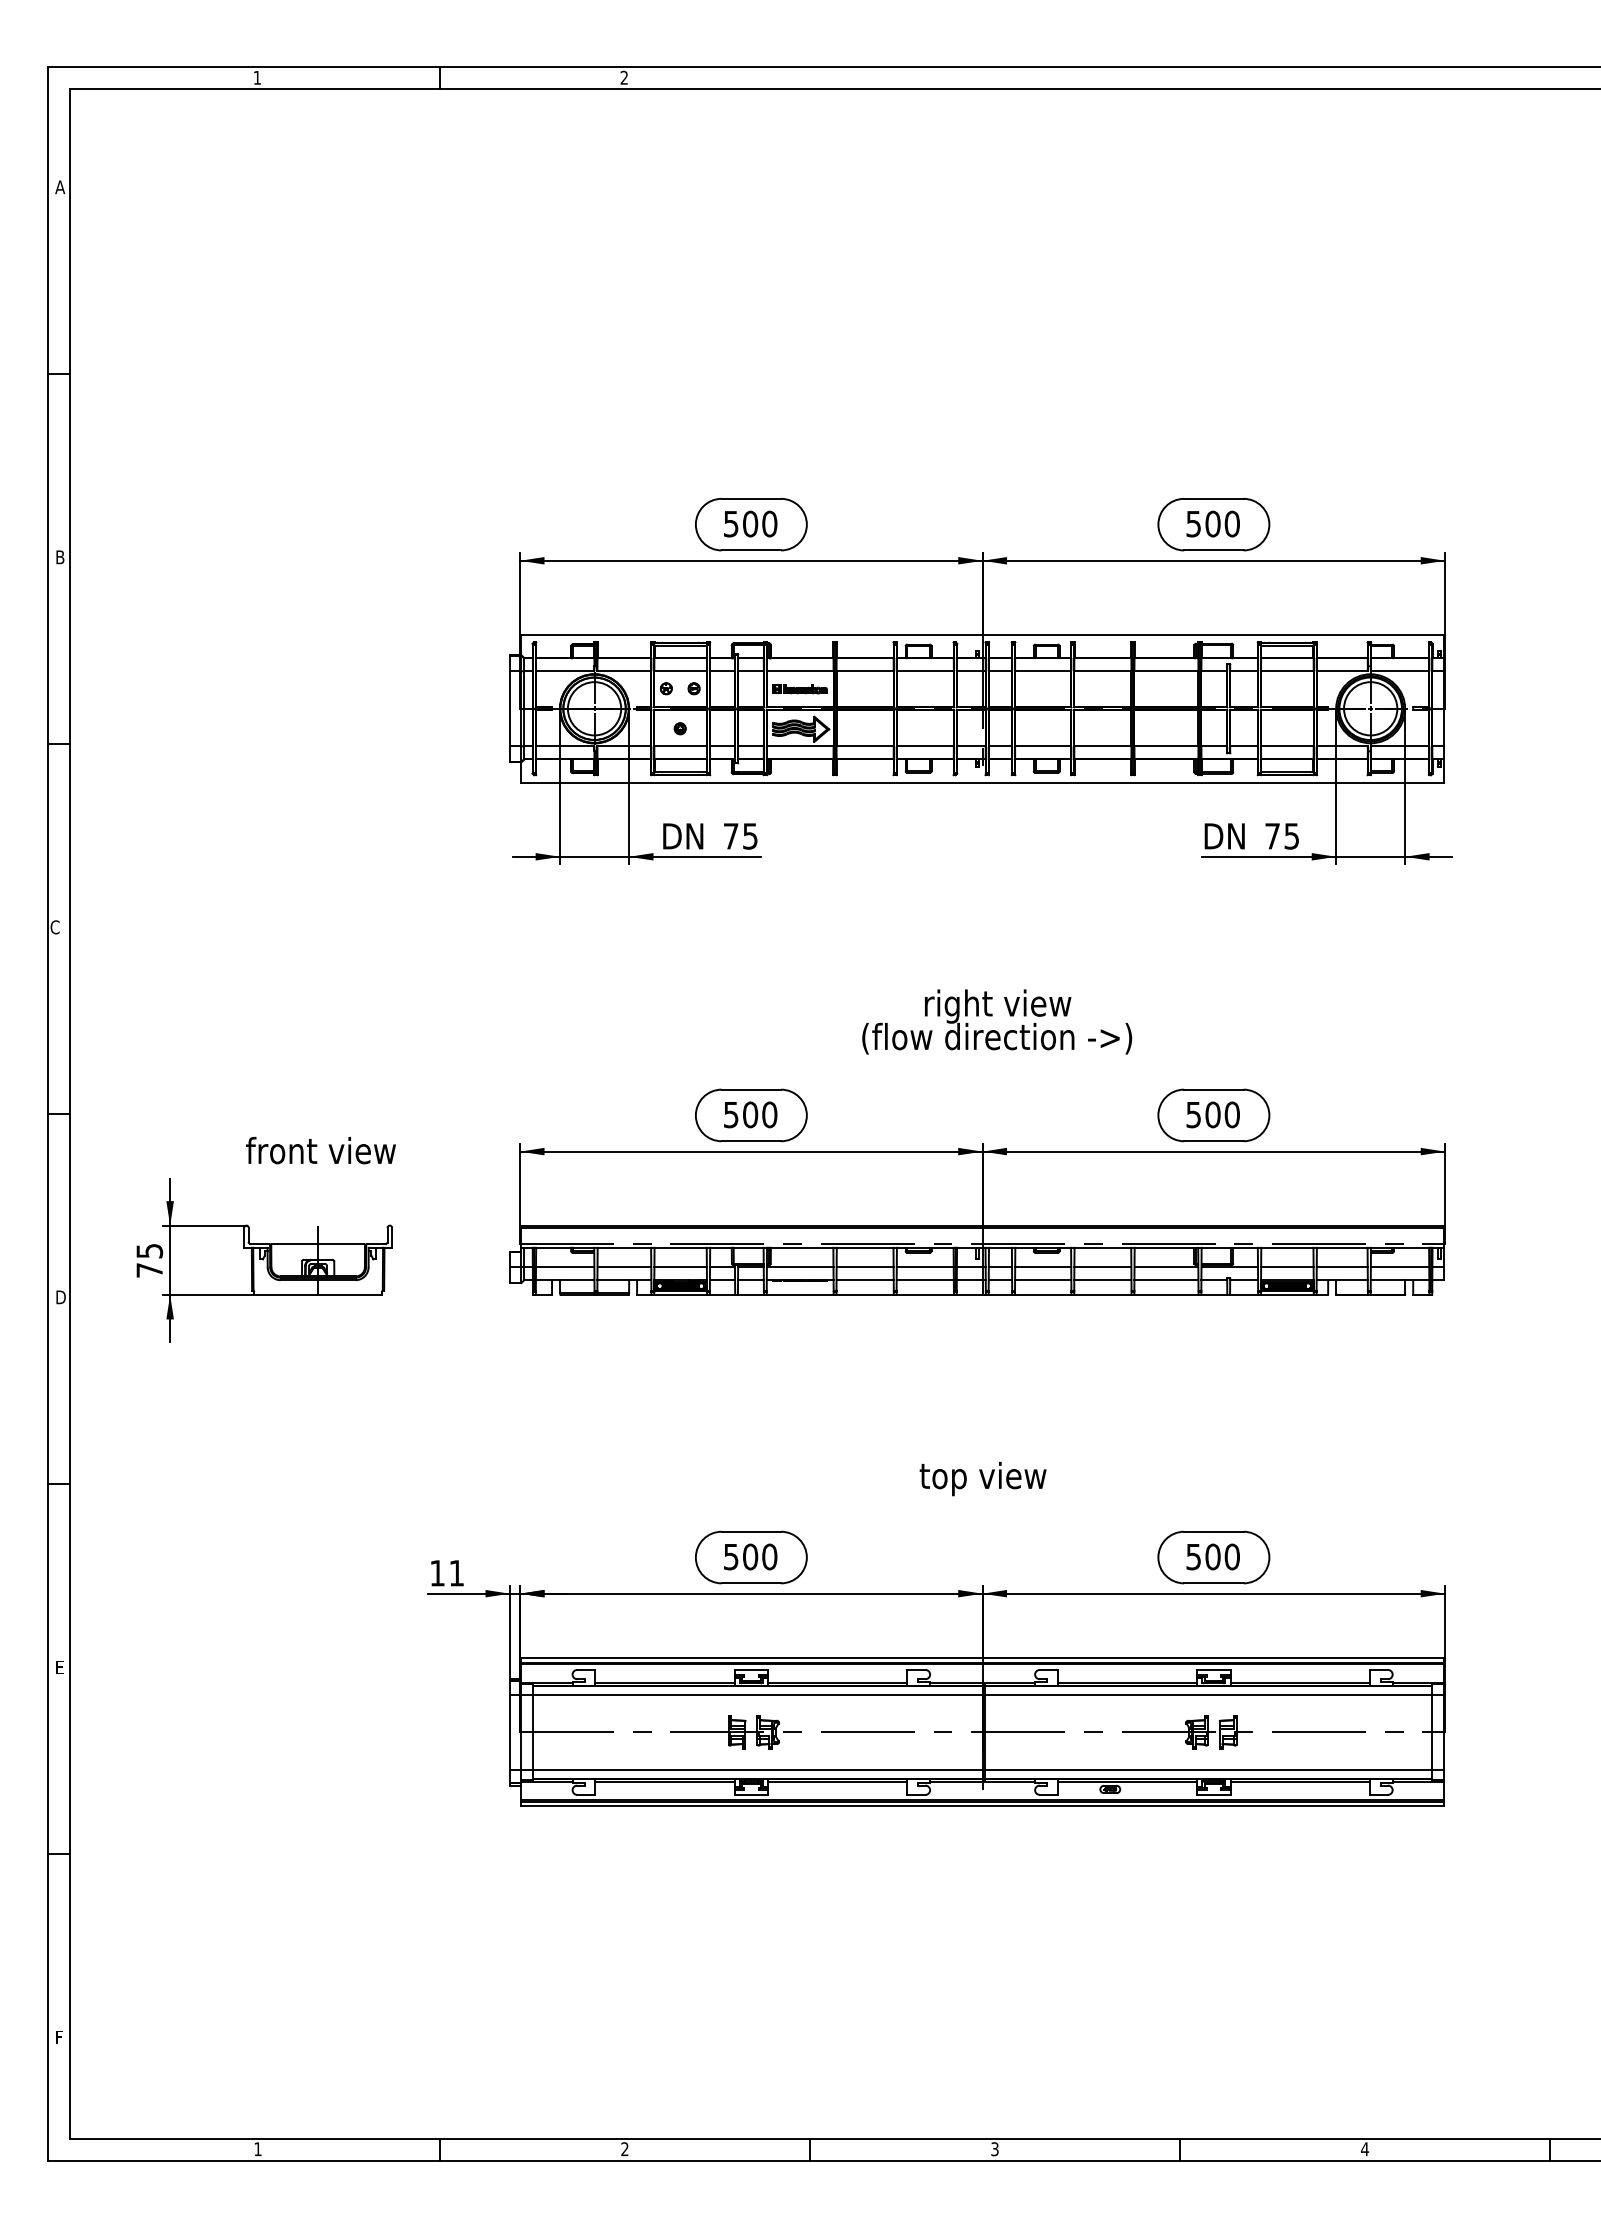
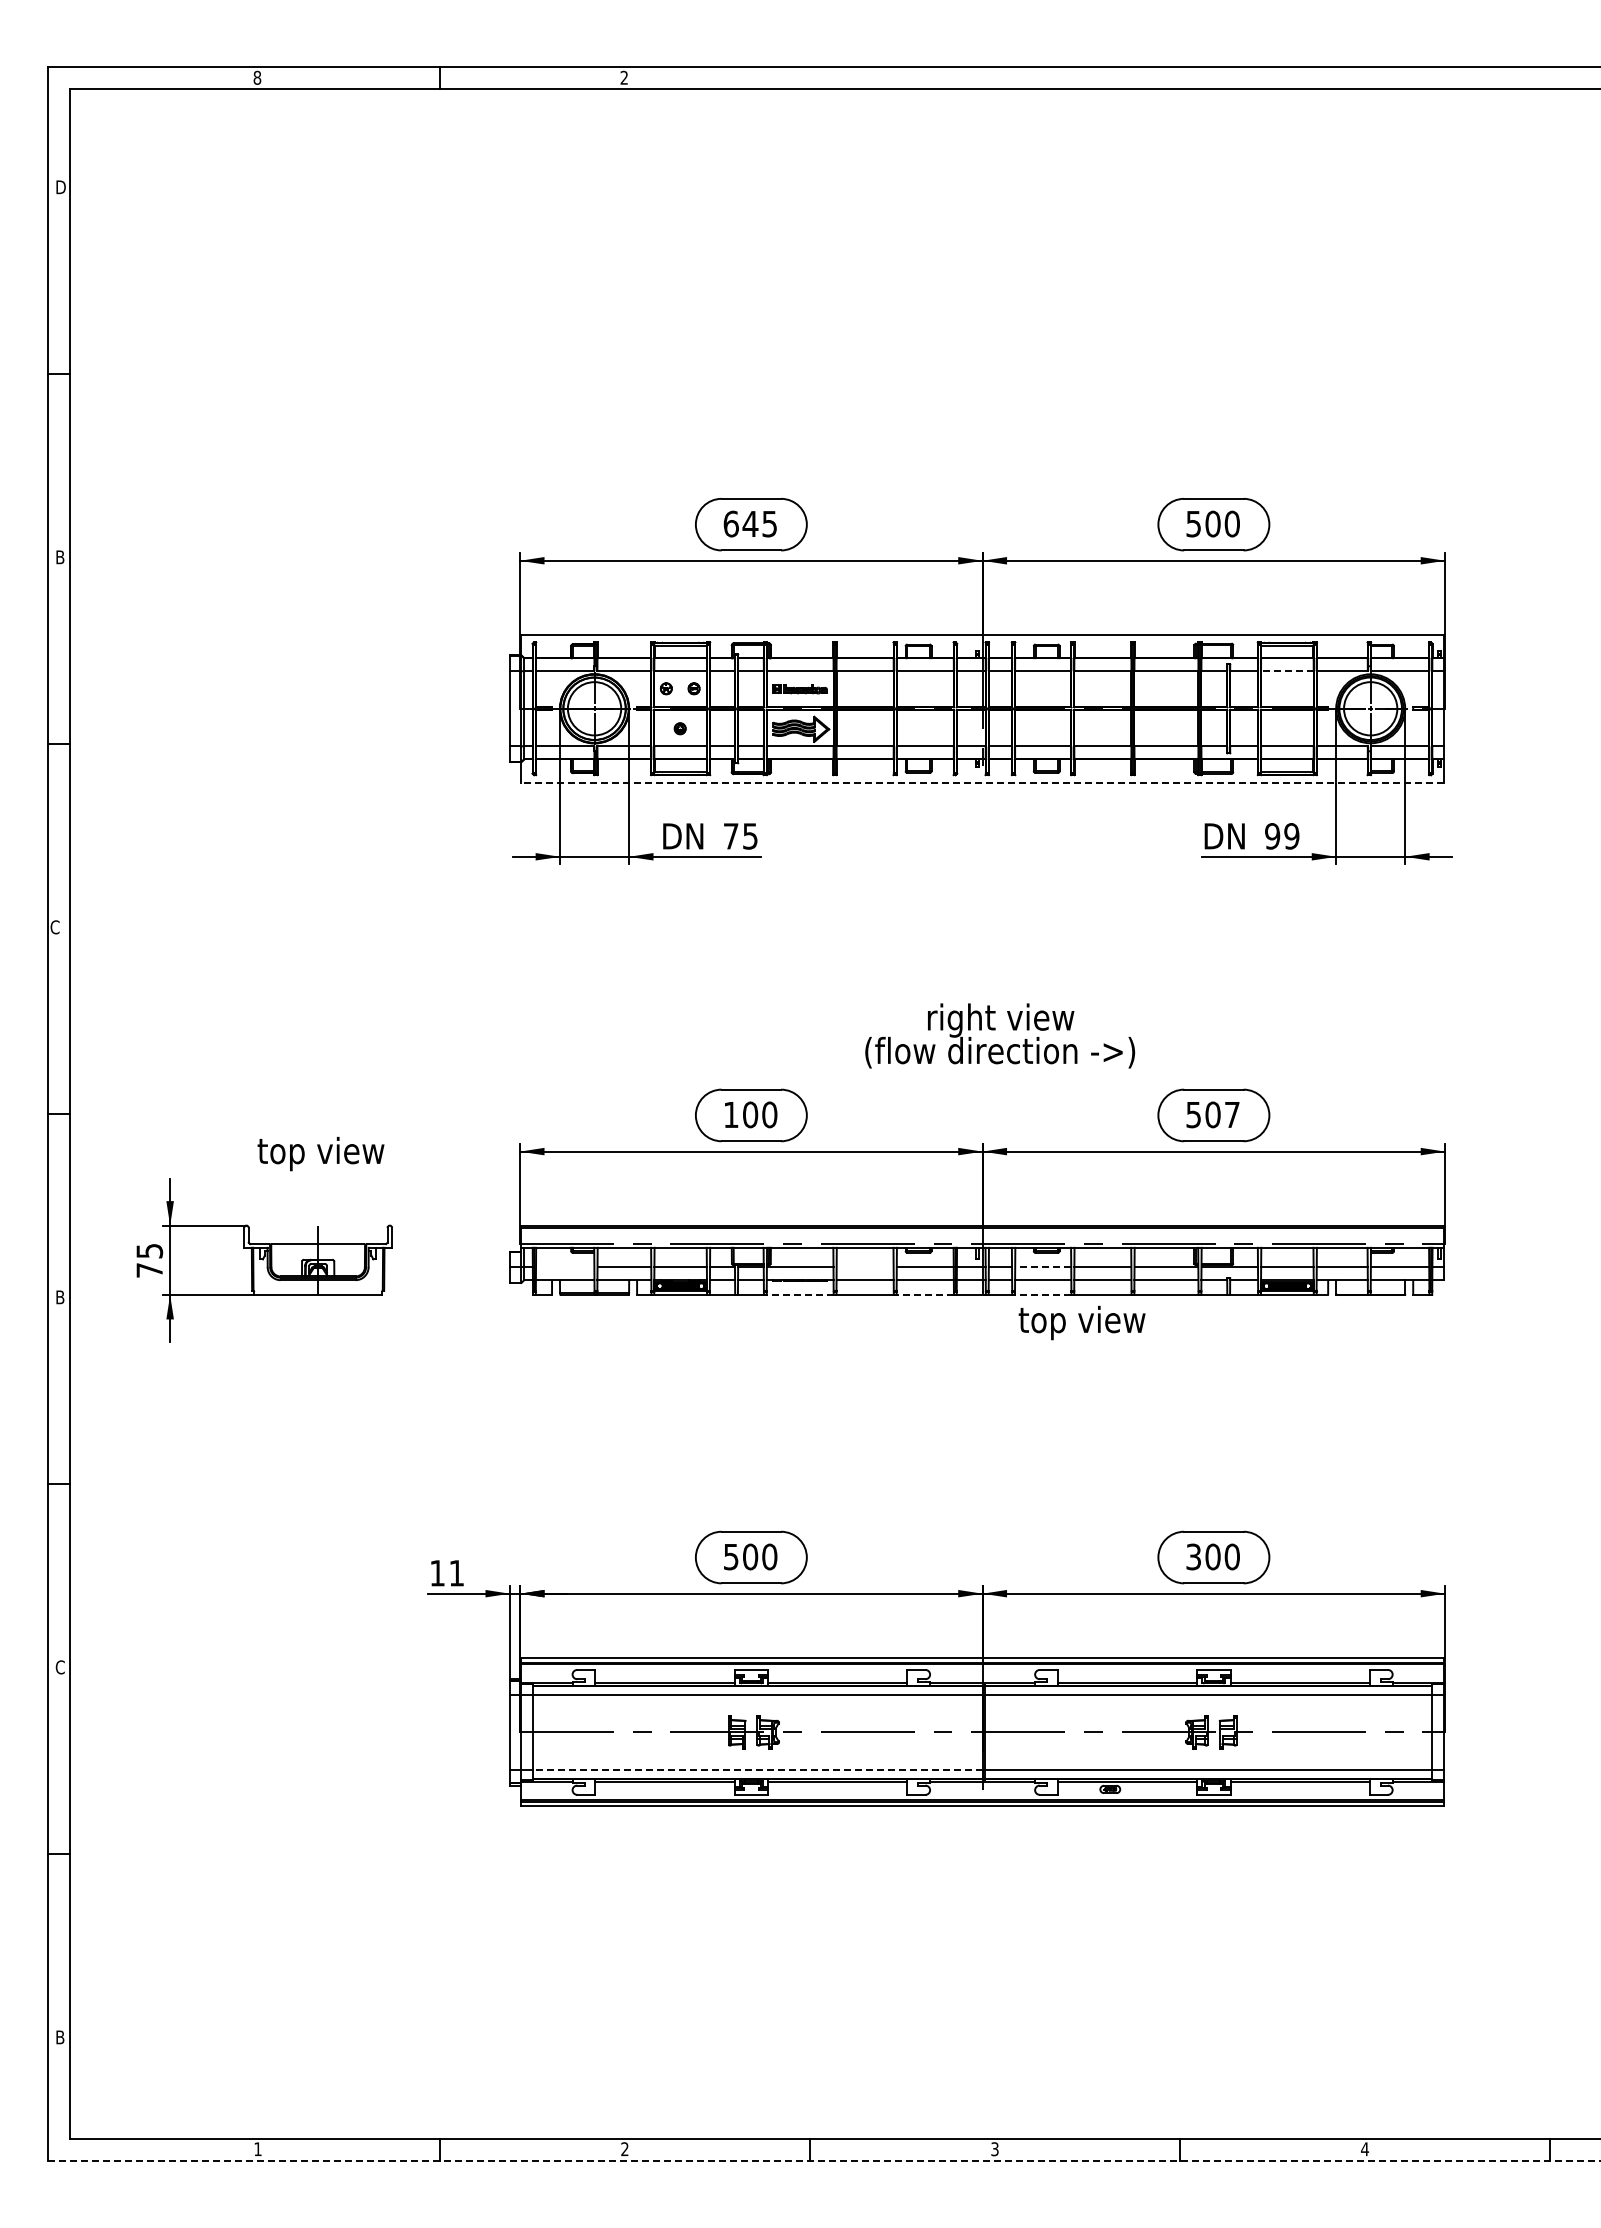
text at (257, 77): 1 -> 8
text at (60, 187): A -> D
text at (750, 523): 500 -> 645
line at (1286, 671): solid -> dashed
line at (982, 782): solid -> dashed
text at (1282, 836): 75 -> 99
text at (997, 1021) position: (997, 1021) -> (1000, 1035)
text at (1231, 1114): 500 -> 507
text at (731, 1115): 500 -> 100
text at (320, 1153): front view -> top view
line at (565, 1267): present -> none
line at (864, 1267): present -> none
line at (1042, 1267): solid -> dashed
line at (799, 1294): solid -> dashed
line at (925, 1294): solid -> dashed
line at (1042, 1294): solid -> dashed
text at (61, 1297): D -> B
text at (982, 1478) position: (982, 1478) -> (1081, 1322)
text at (1193, 1556): 500 -> 300
text at (59, 1667): E -> C
line at (757, 1769): solid -> dashed
text at (60, 2037): F -> B
line at (824, 2161): solid -> dashed
